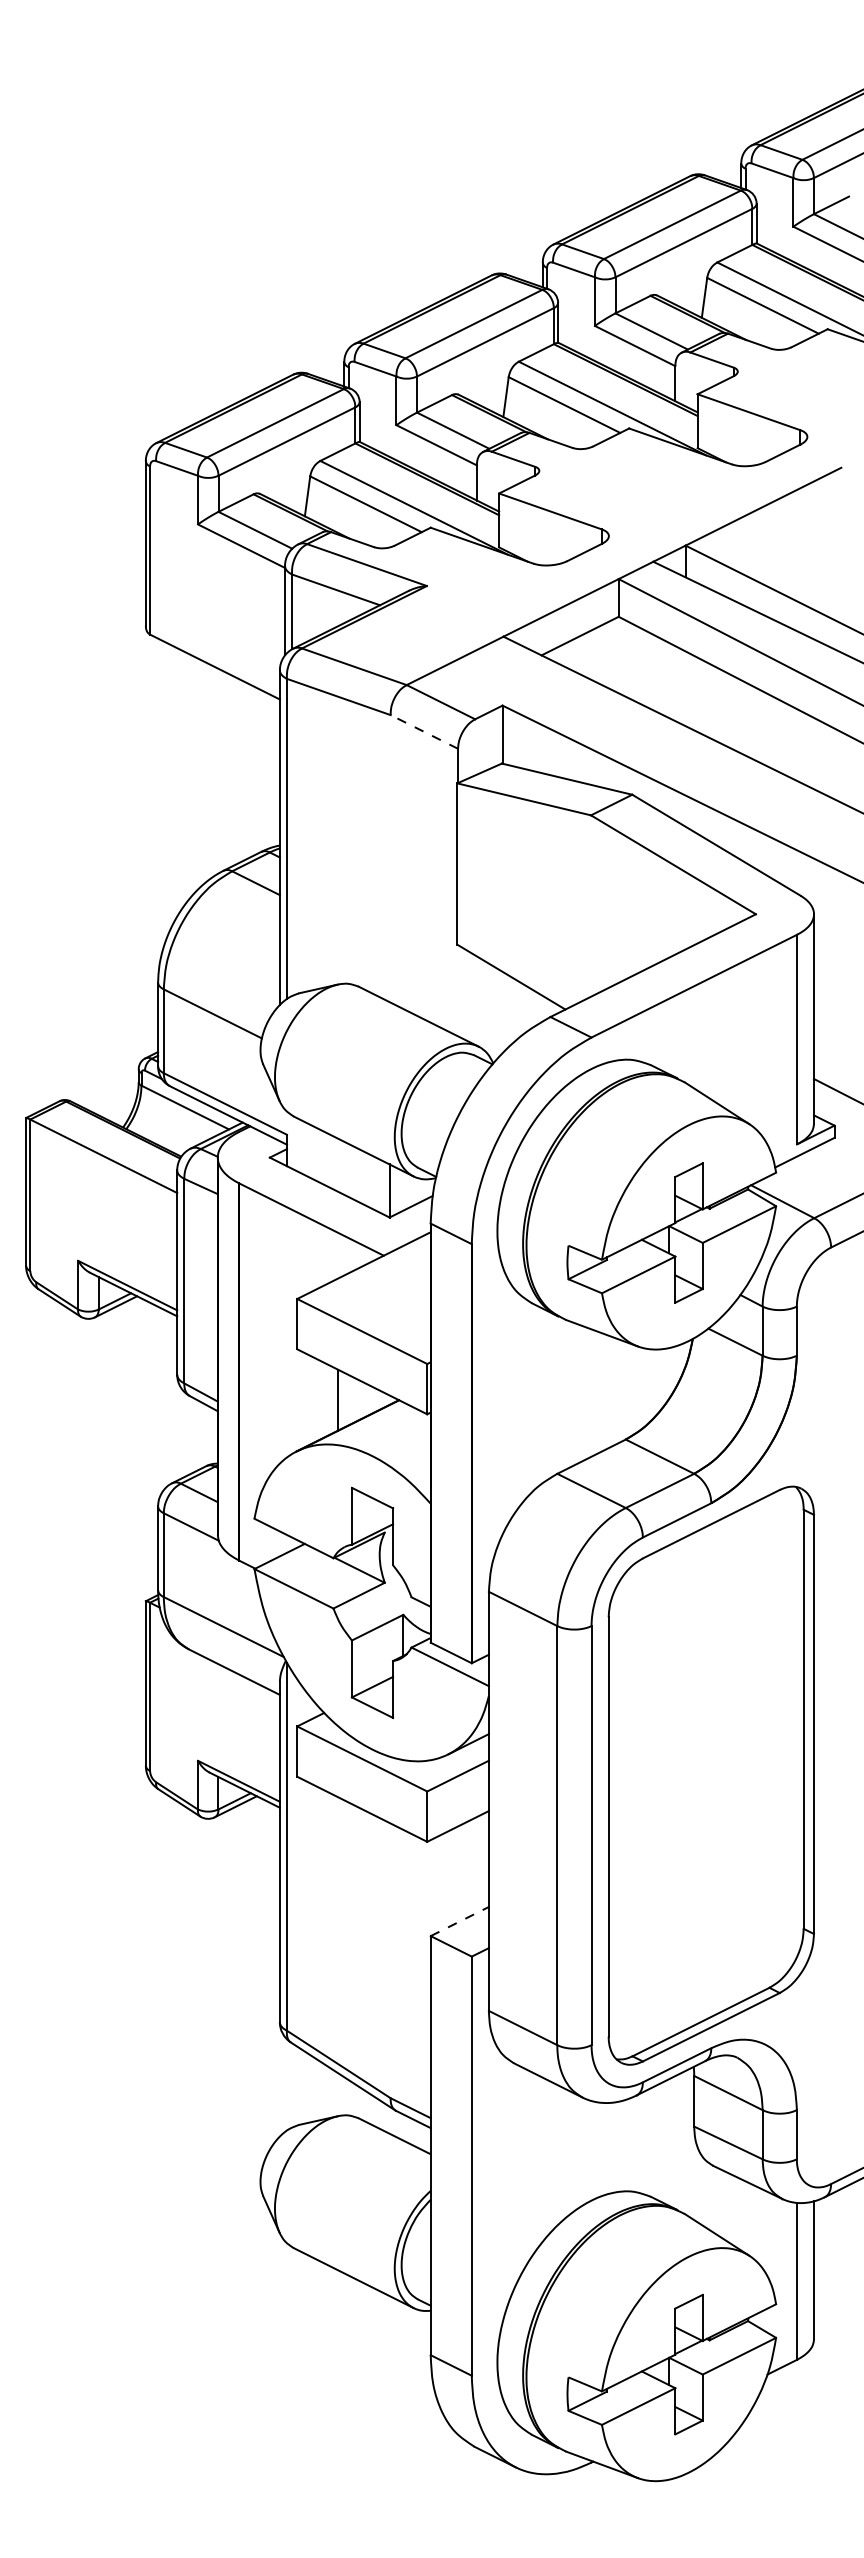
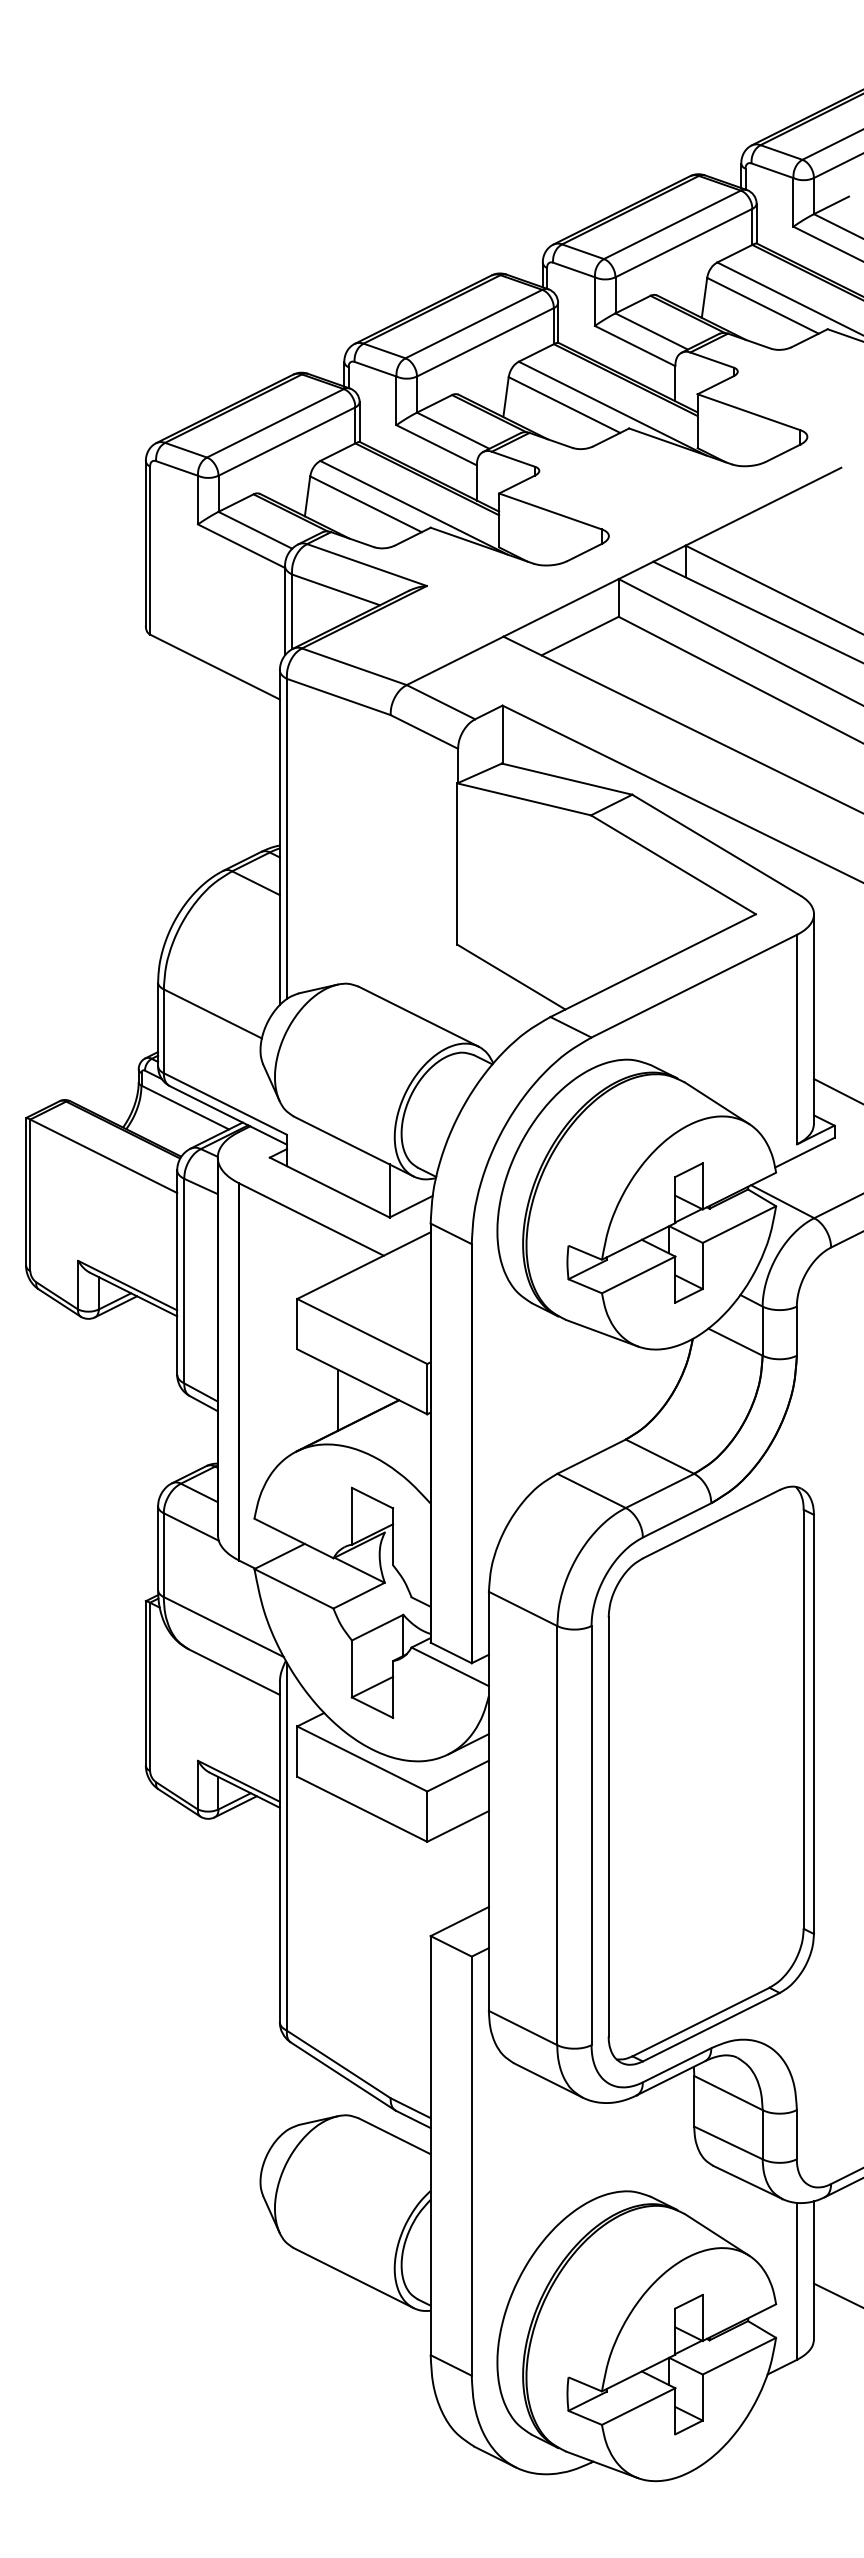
line at (424, 731): dashed -> solid
line at (459, 1921): dashed -> solid
line at (837, 2294): none -> present
